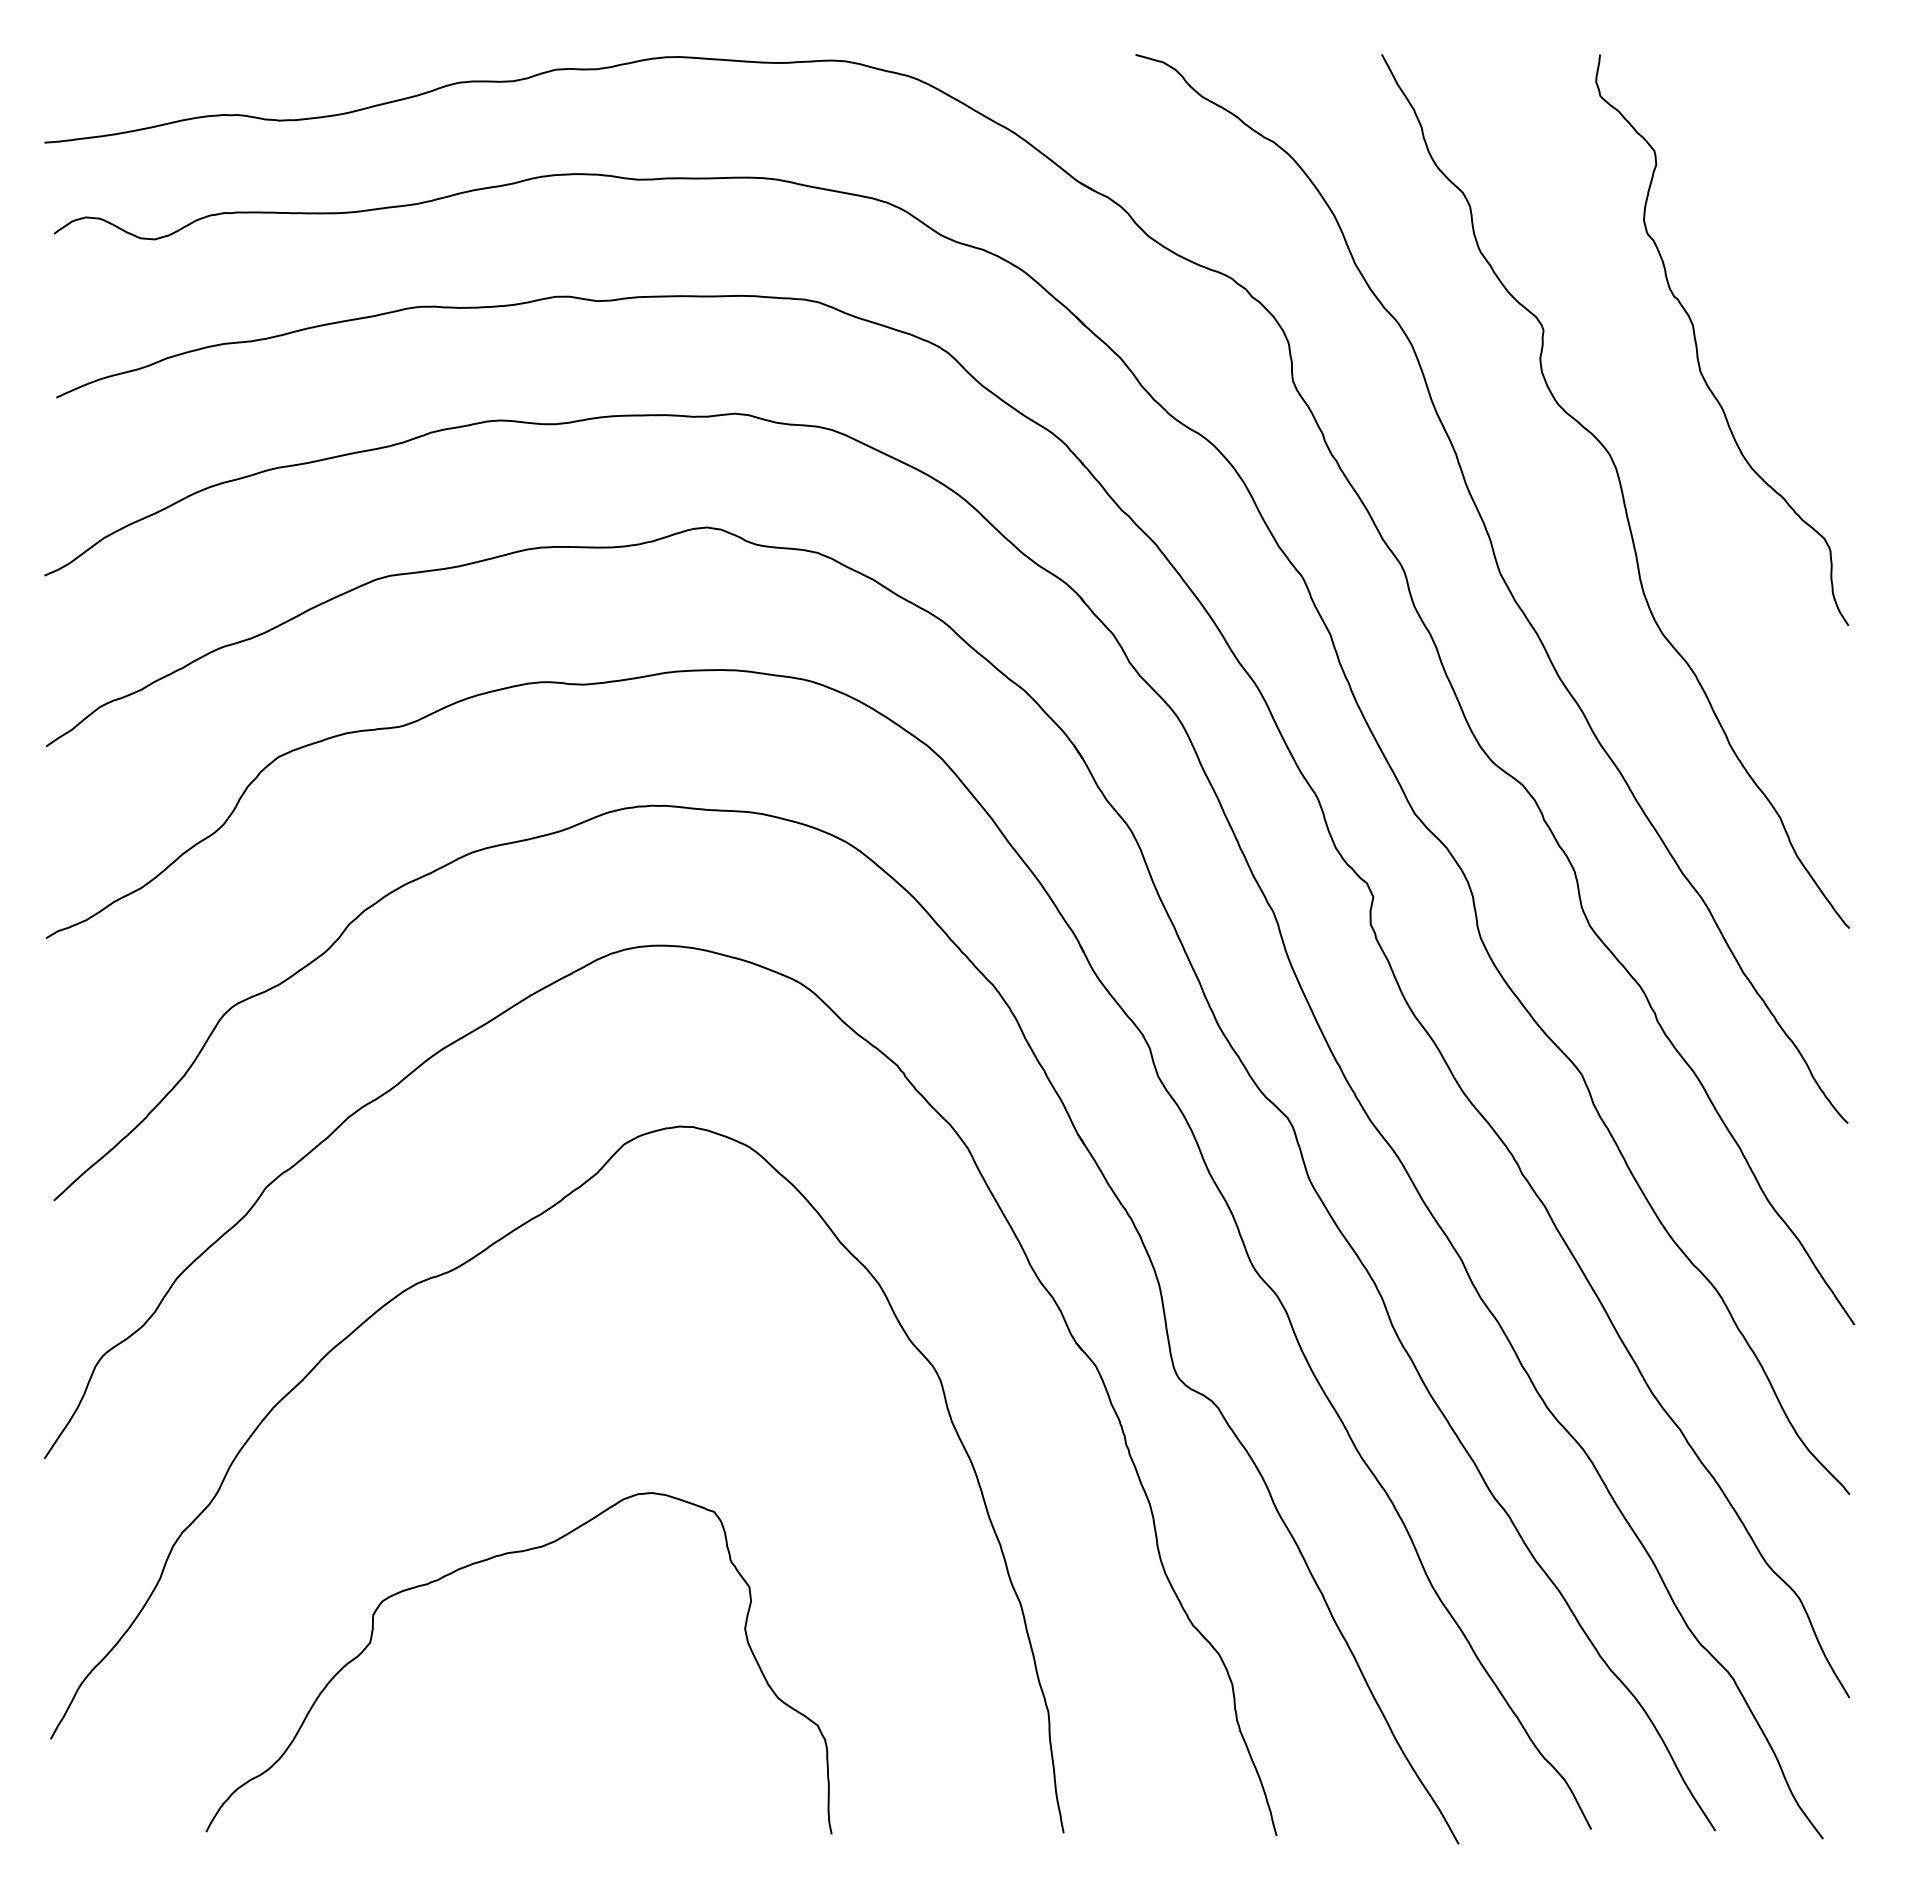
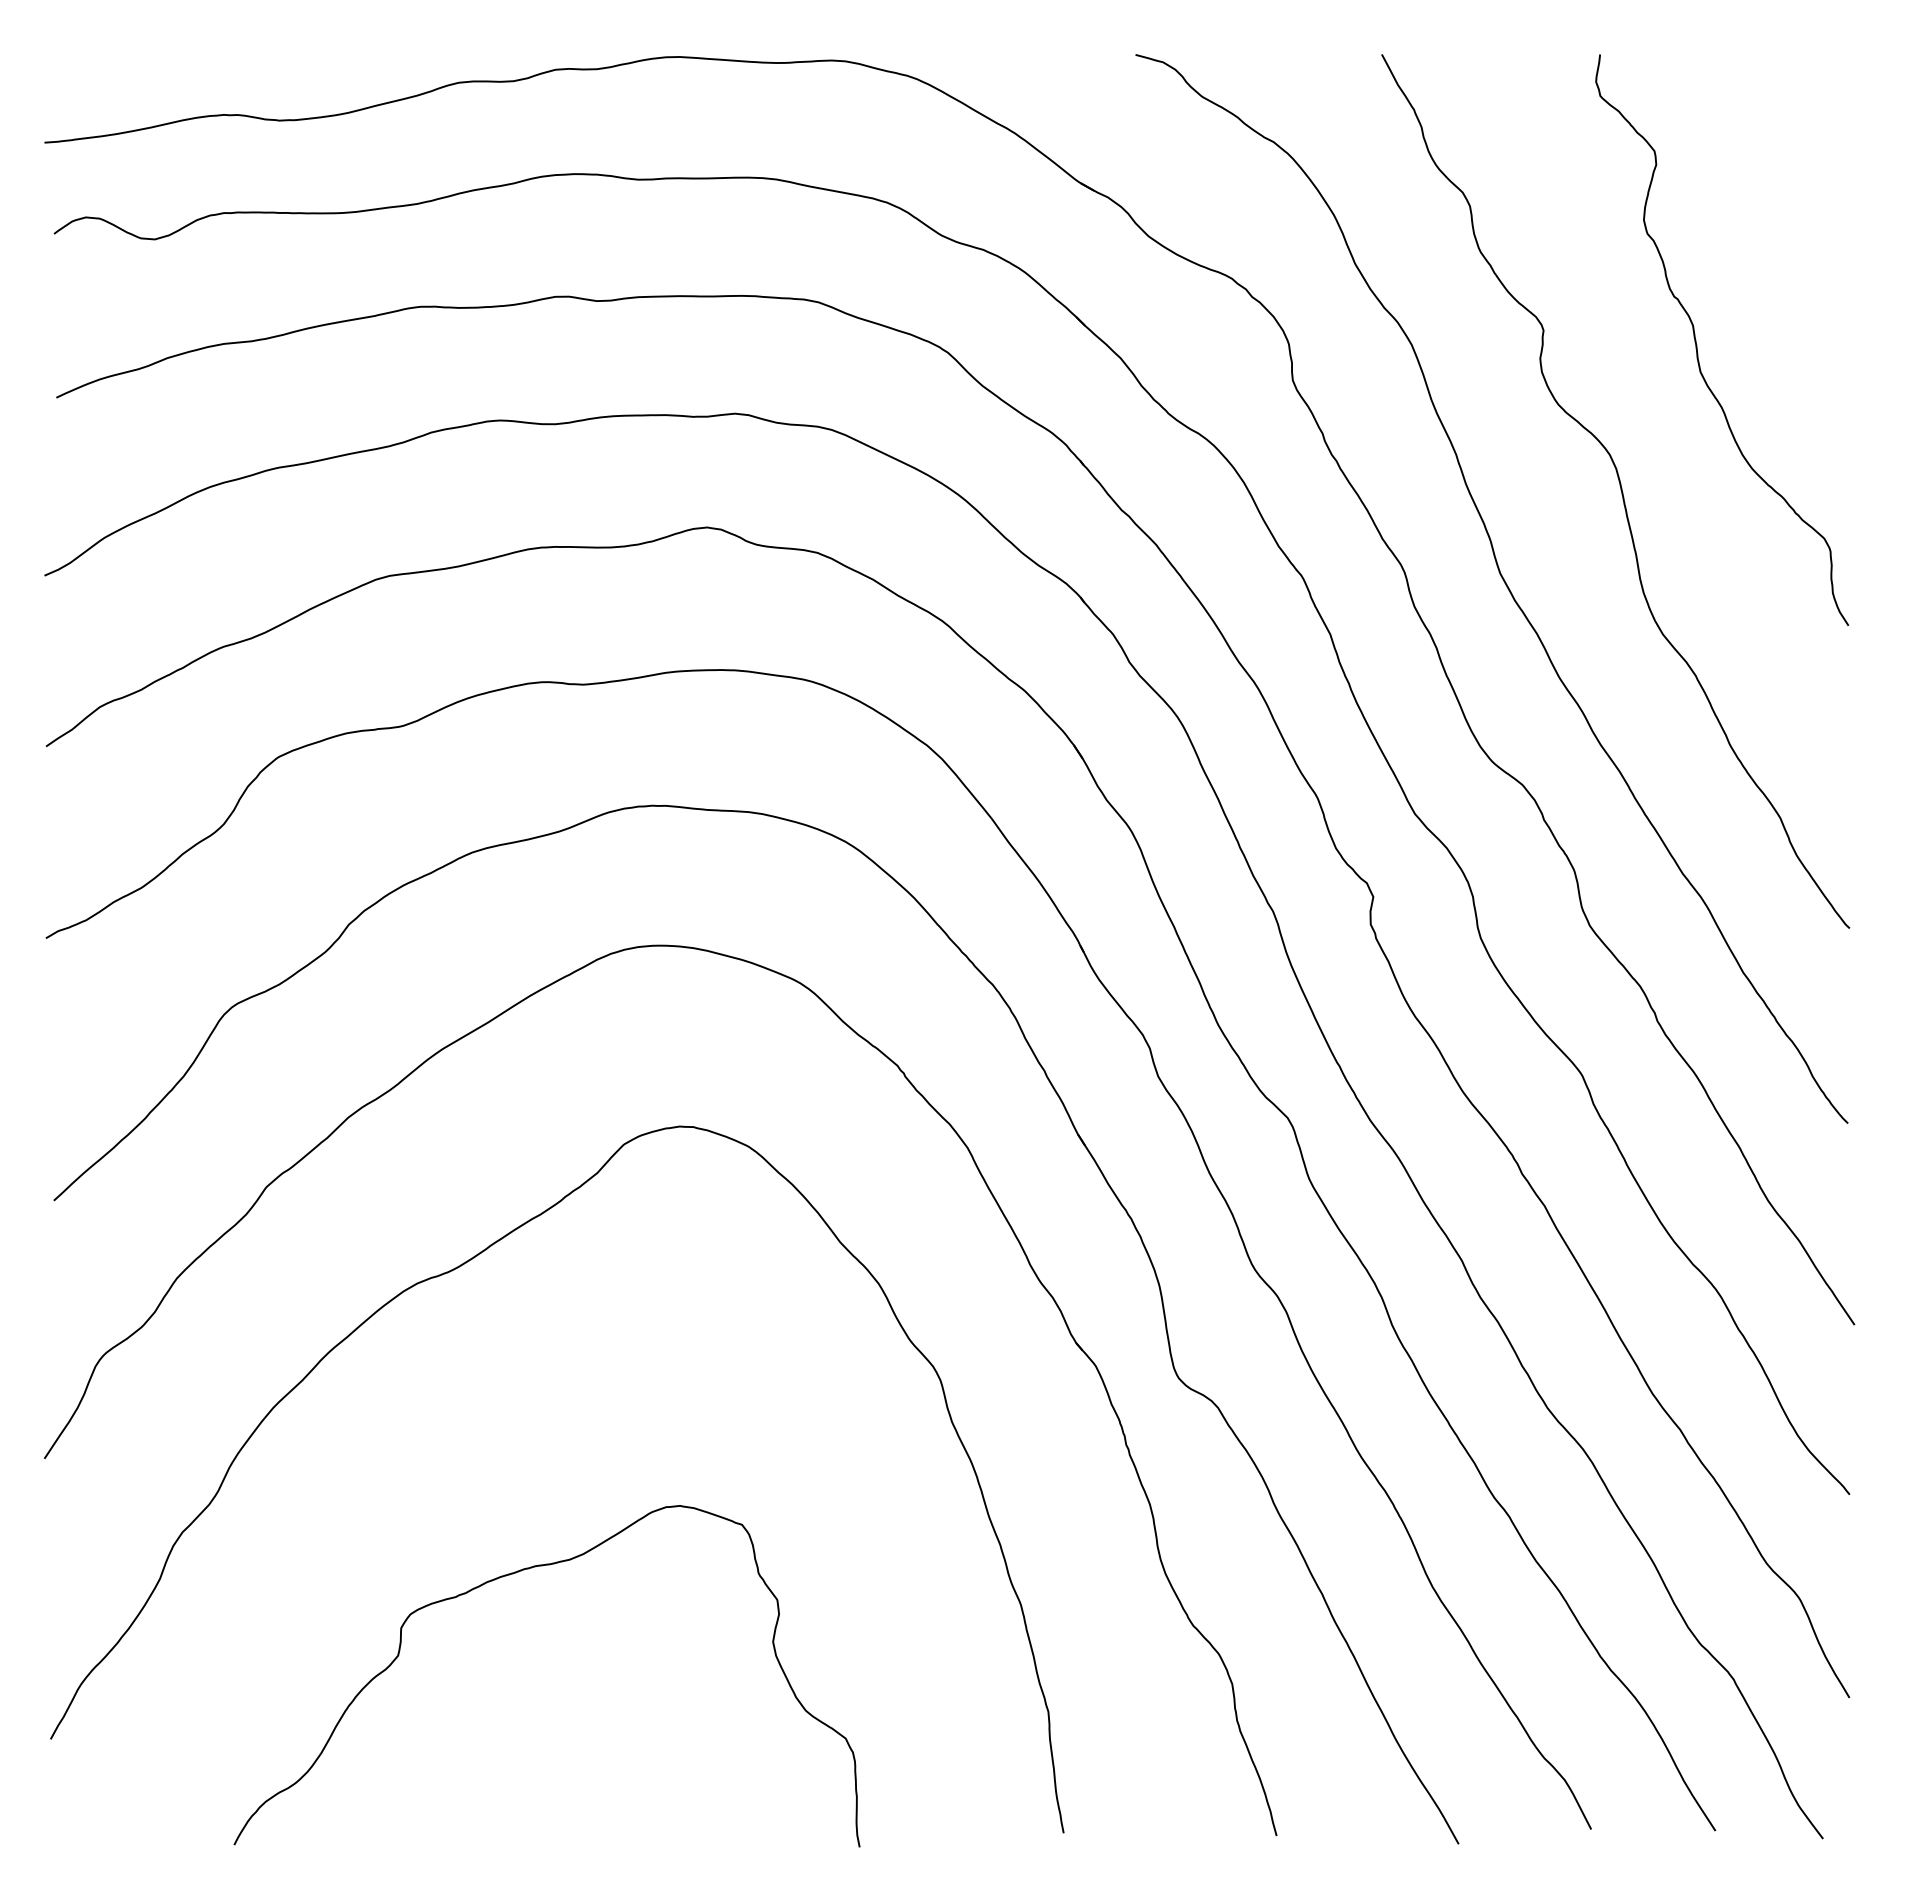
curve at (485, 1561) position: (485, 1561) -> (513, 1574)
